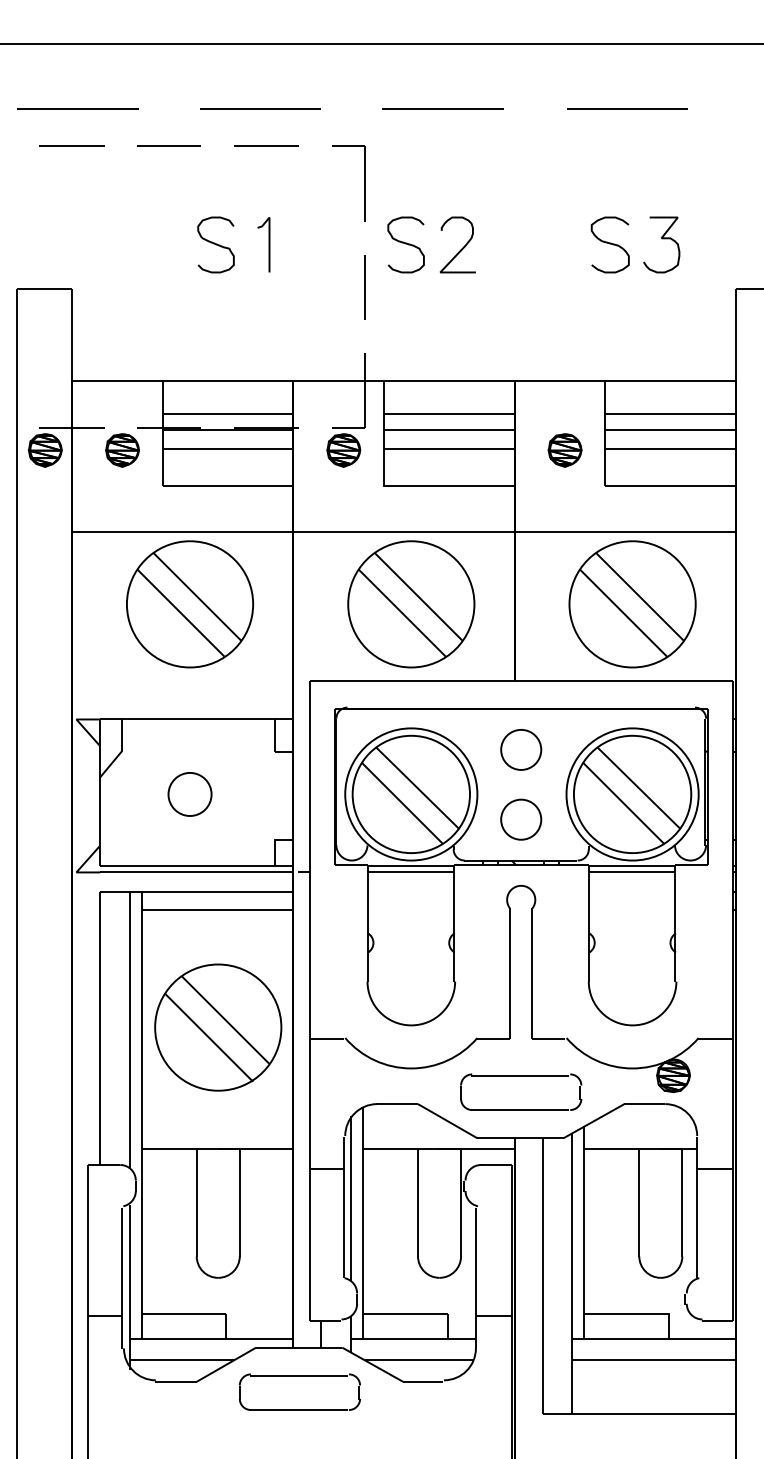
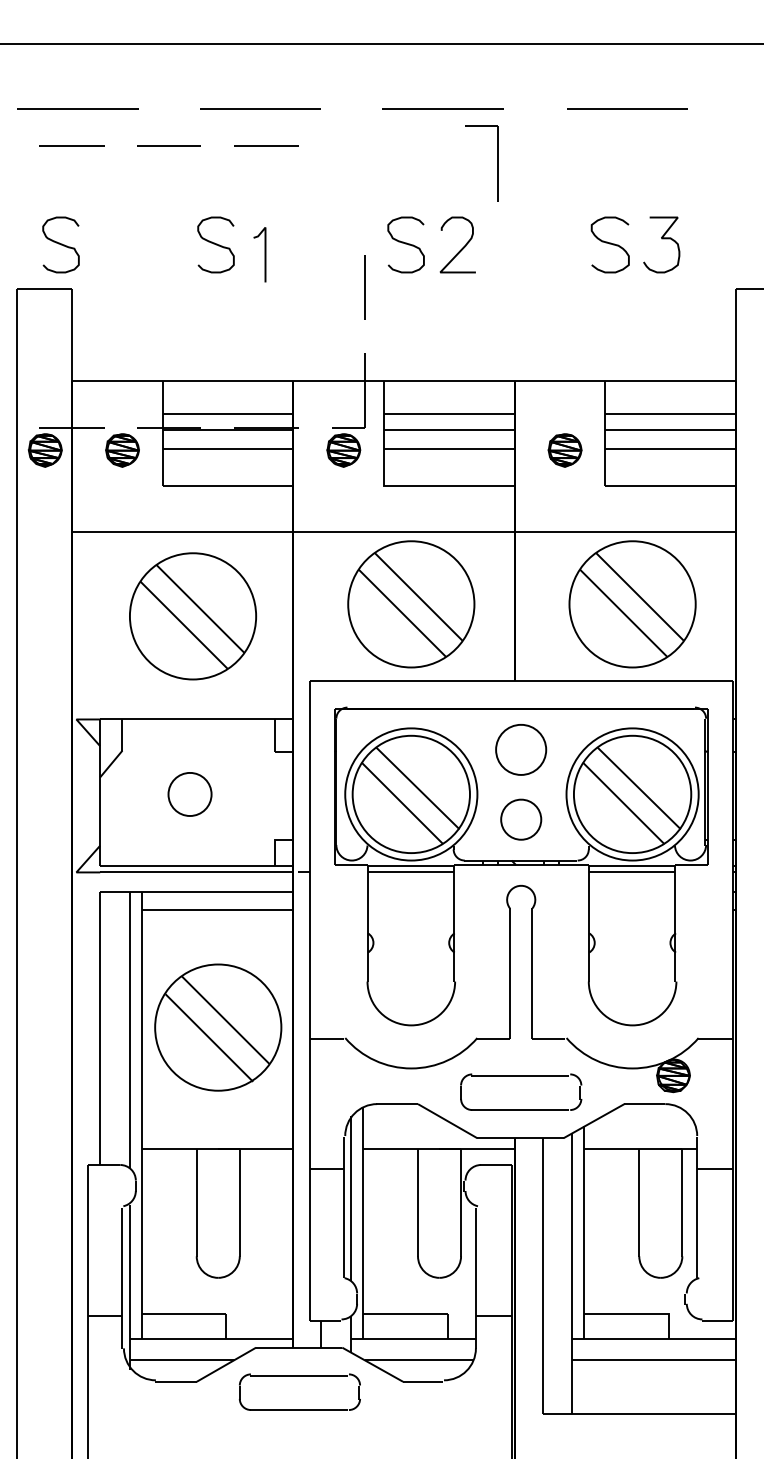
part at (364, 183) position: (364, 183) -> (497, 163)
curve at (60, 244): none -> present
curve at (268, 244) position: (268, 244) -> (264, 254)
part at (190, 604) position: (190, 604) -> (193, 616)
part at (521, 749) size: 43x42 px -> 53x52 px
